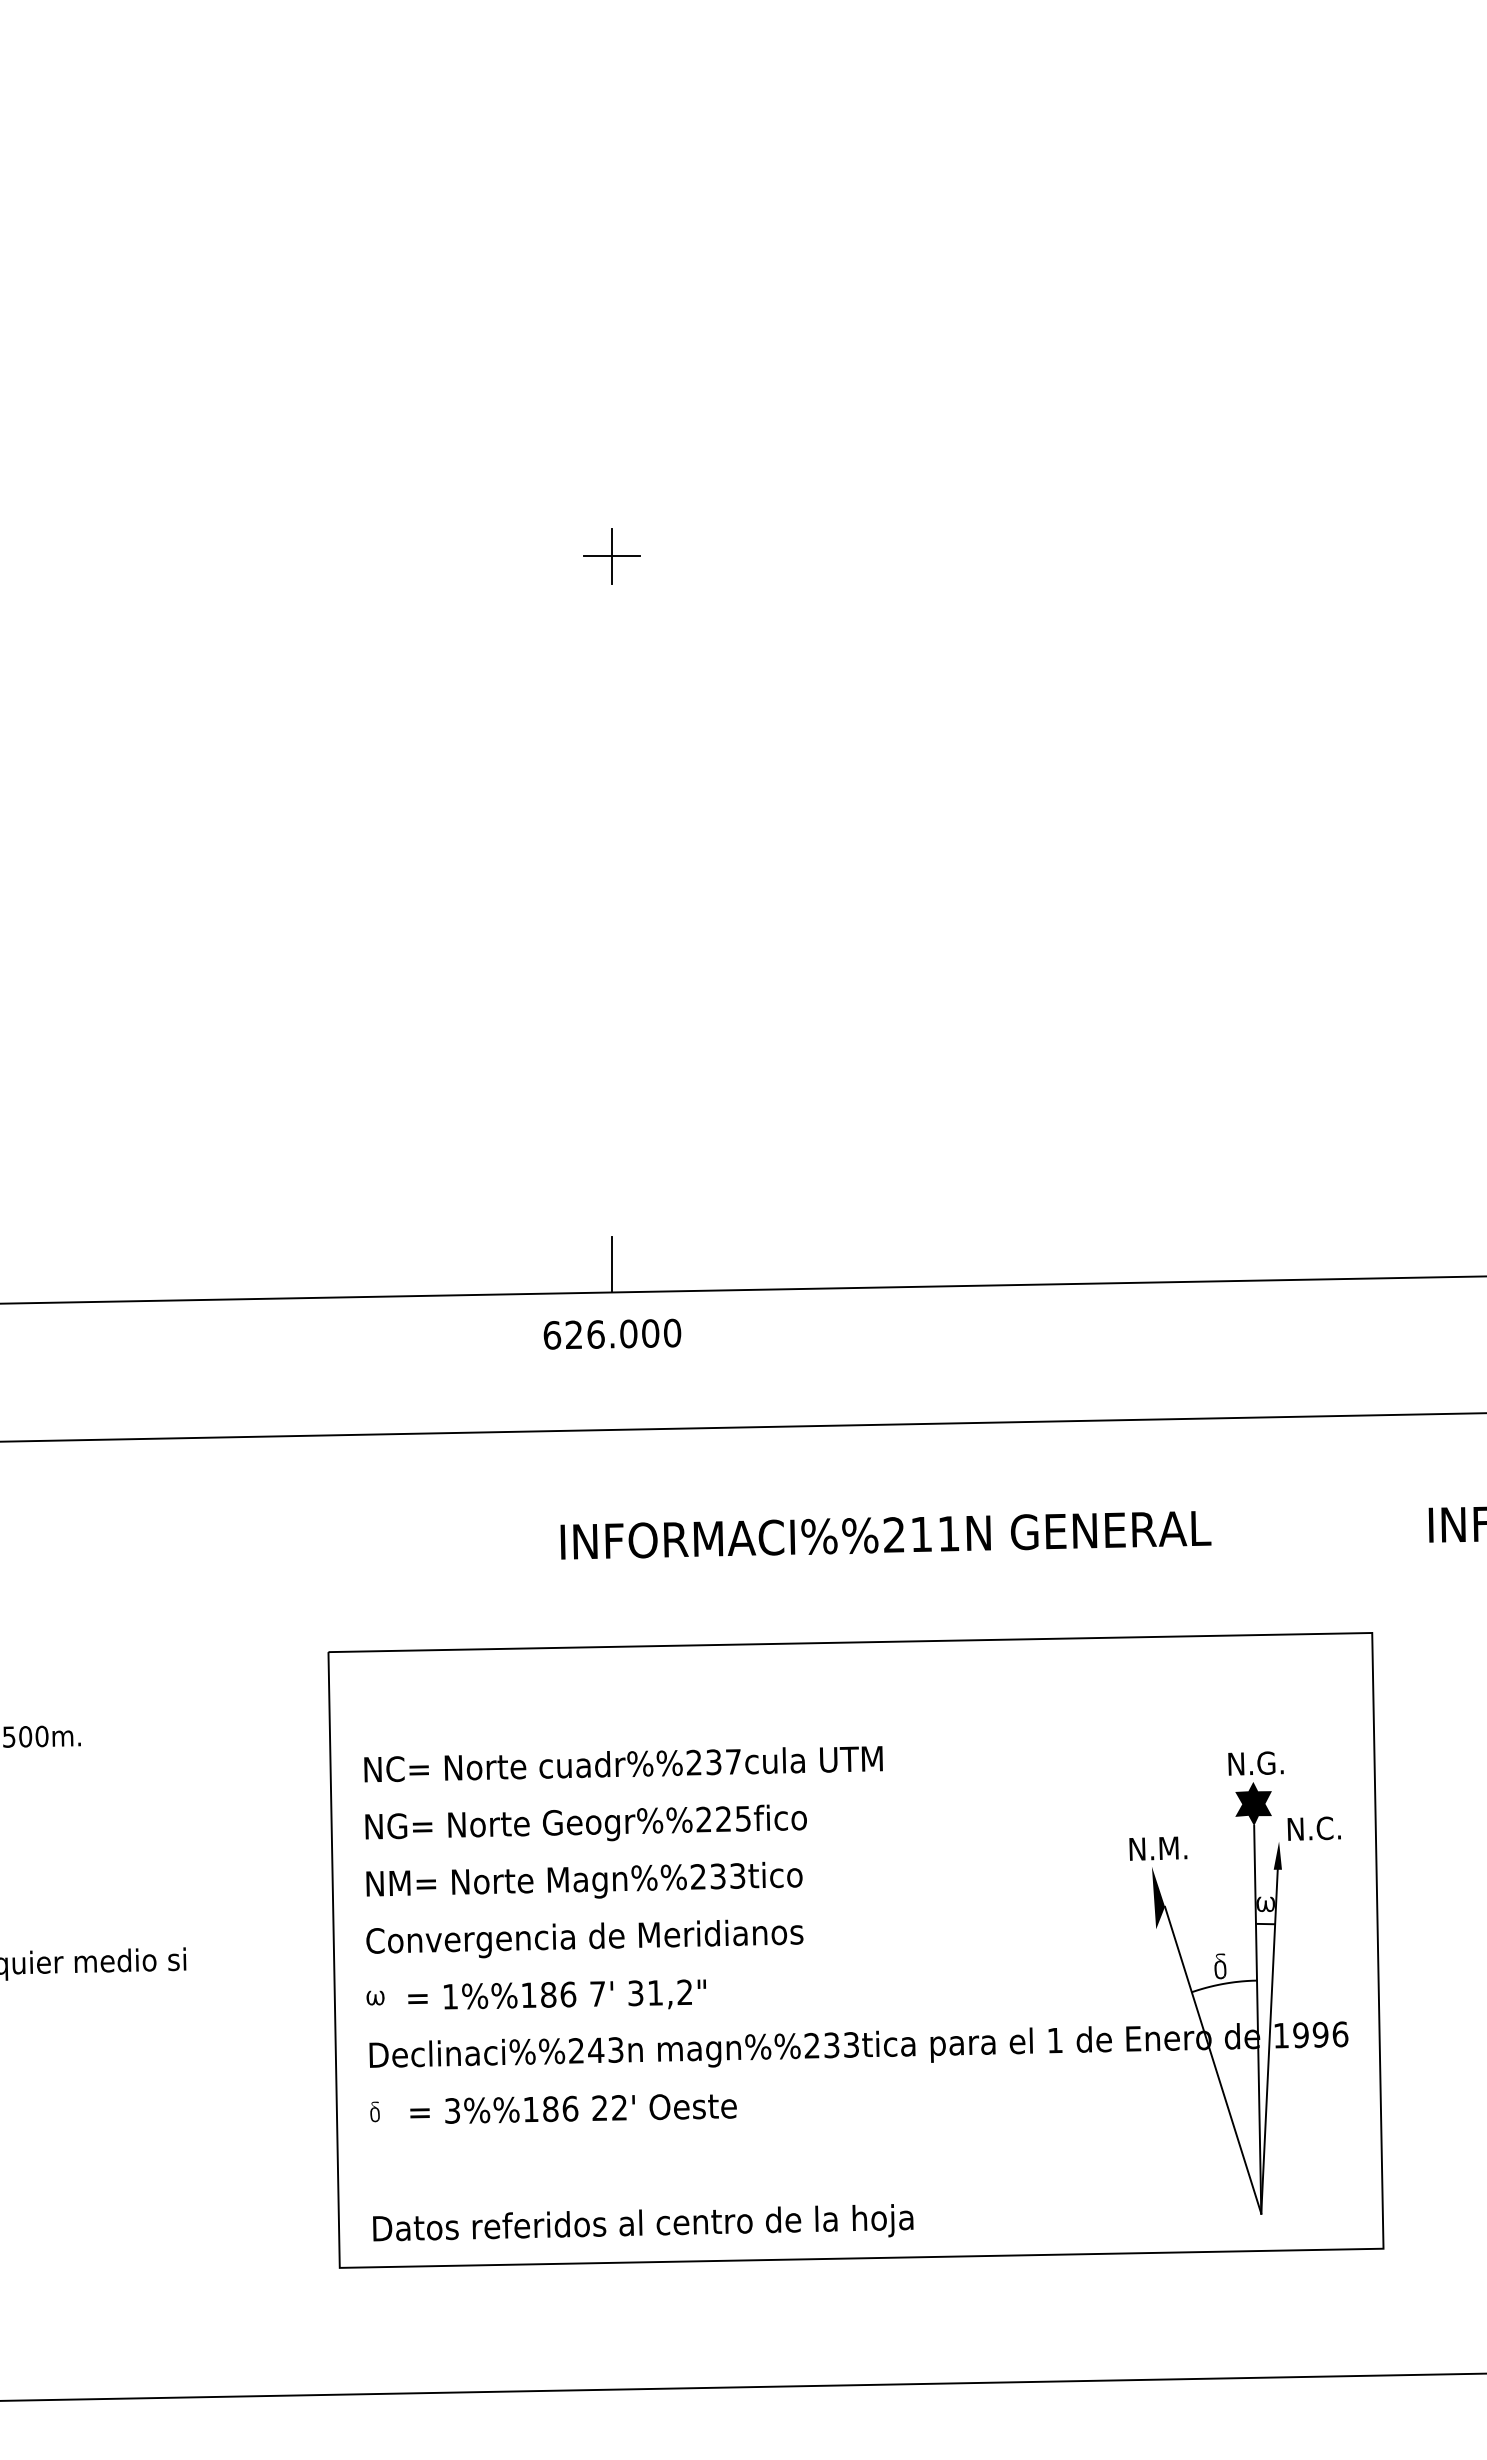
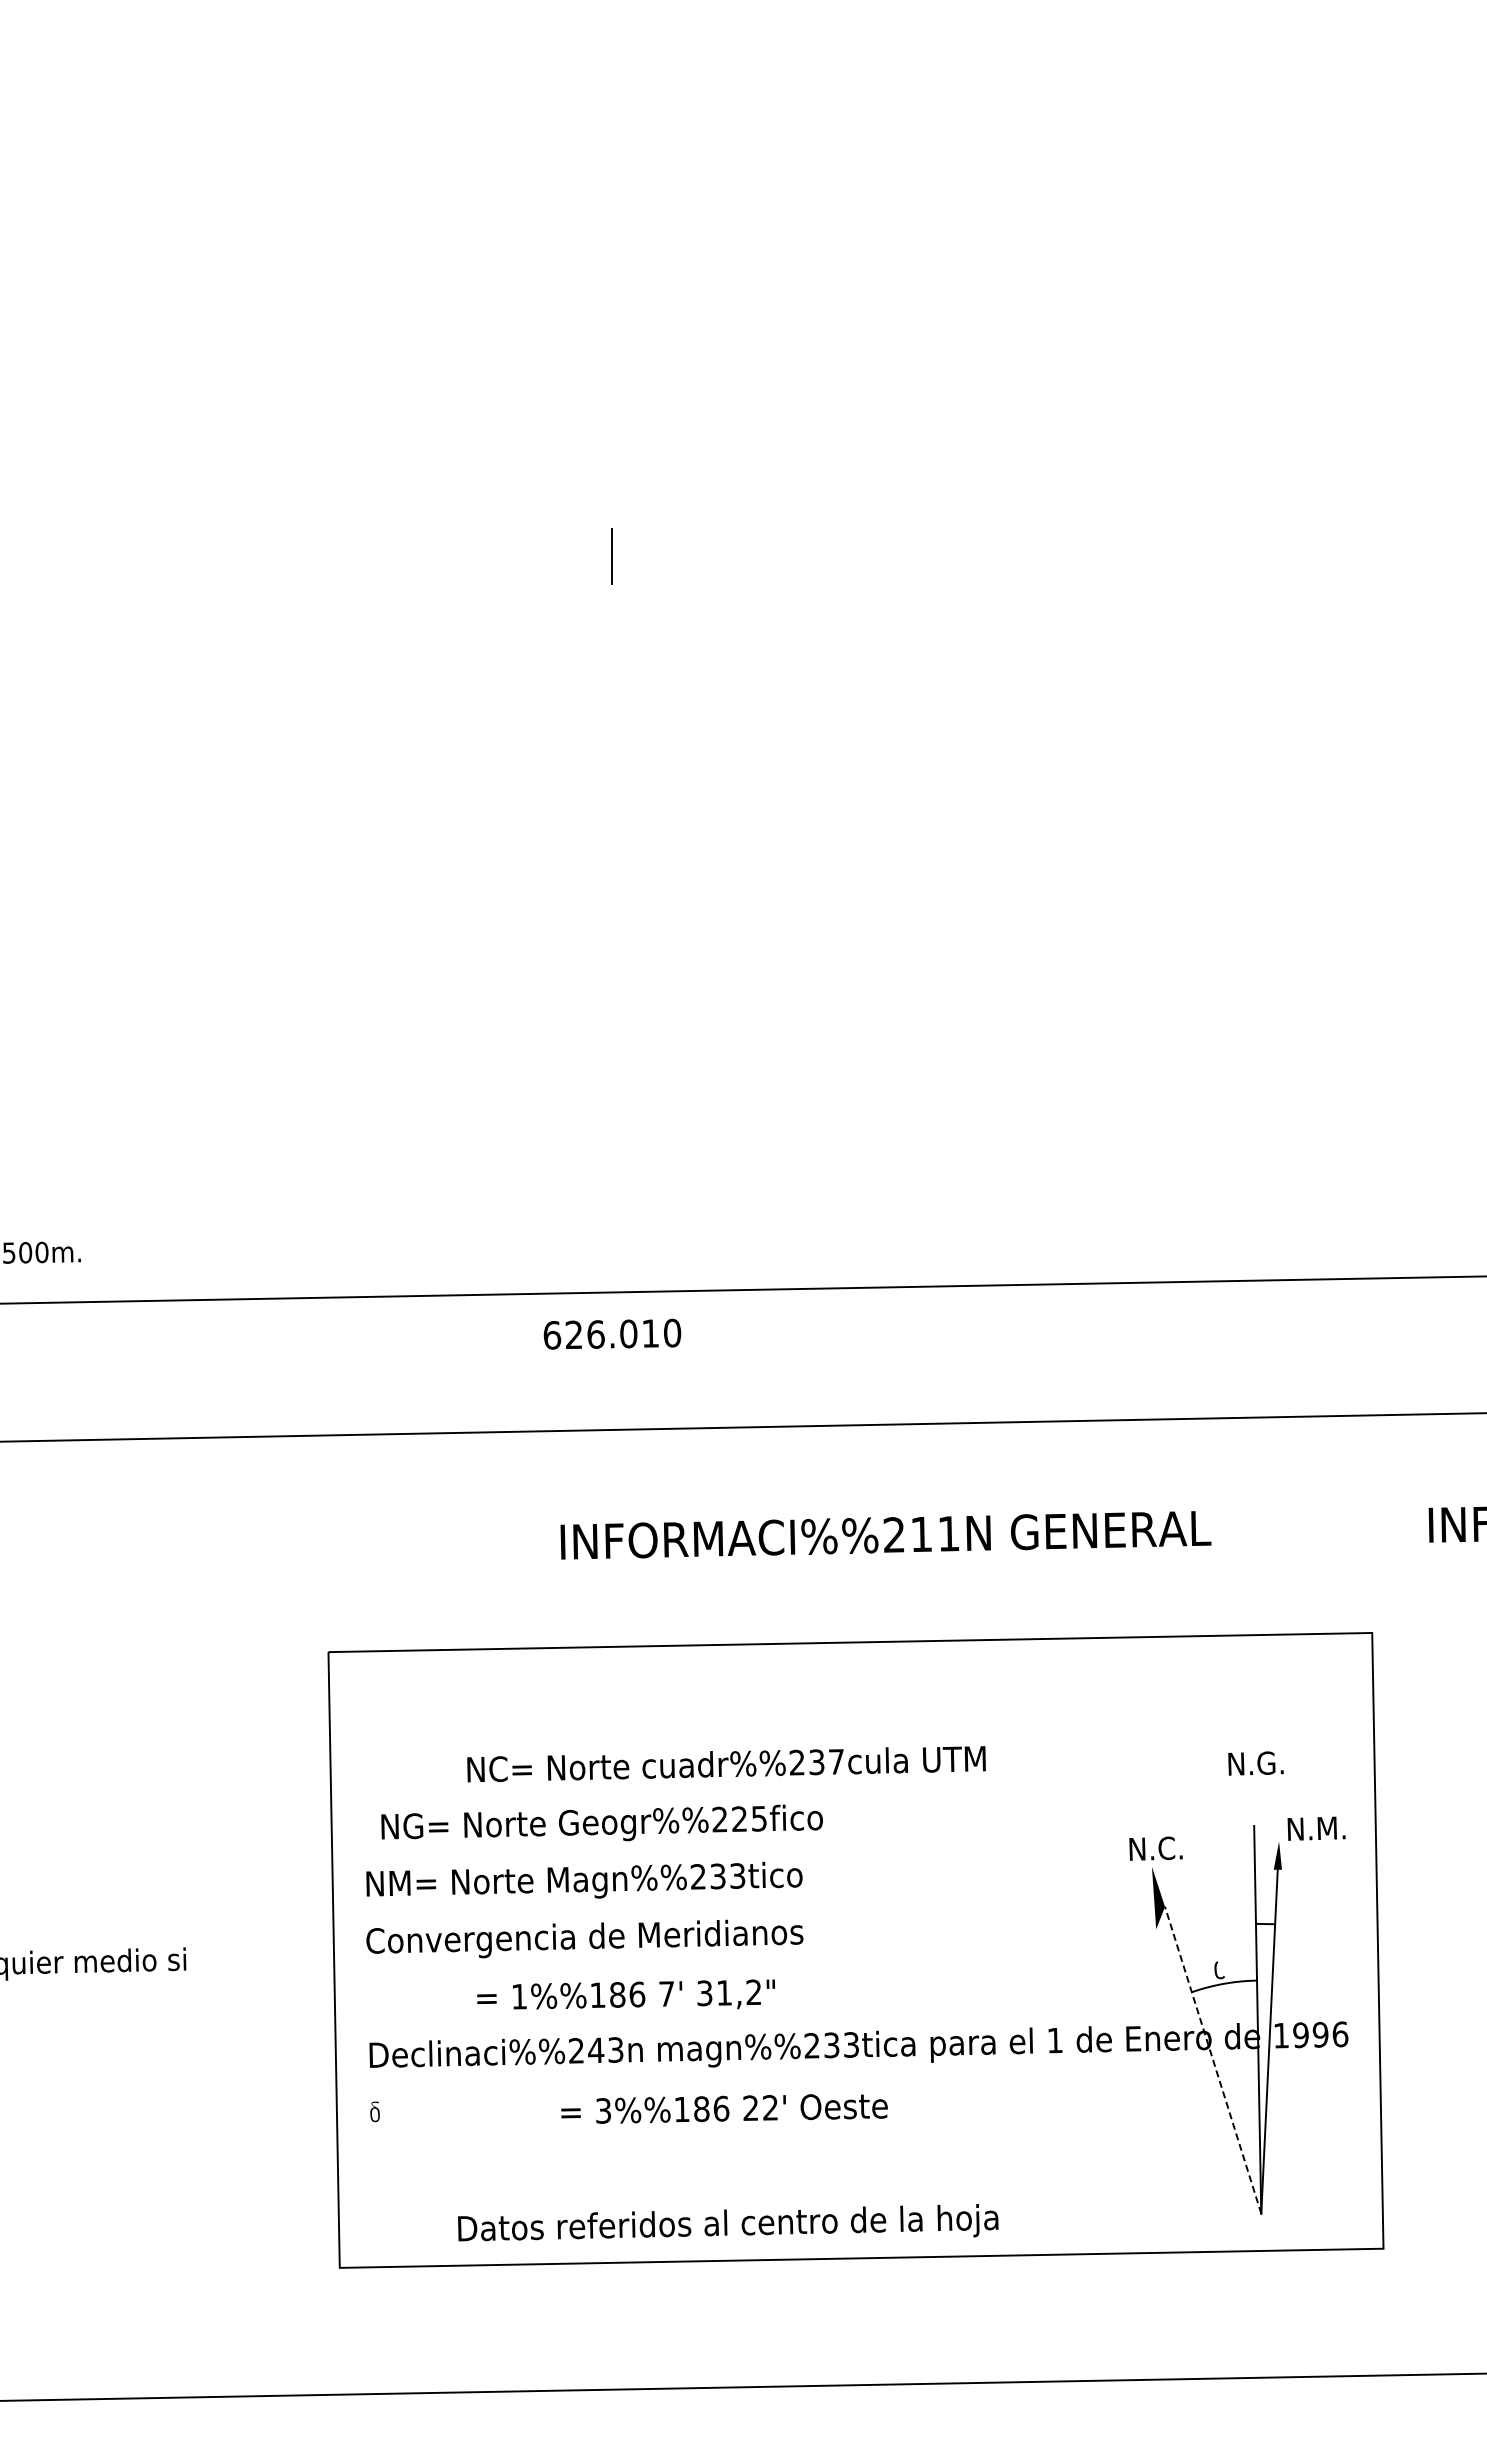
line at (612, 556): present -> none
line at (612, 1264): present -> none
text at (650, 1333): 626.000 -> 626.010
text at (41, 1736) position: (41, 1736) -> (41, 1252)
text at (623, 1764) position: (623, 1764) -> (726, 1764)
fill at (1253, 1803): present -> none
text at (585, 1822) position: (585, 1822) -> (601, 1822)
text at (1330, 1828): N.C. -> N.M.
text at (1172, 1848): N.M. -> N.C.
fill at (1265, 1904): present -> none
fill at (1220, 1965): present -> none
text at (556, 1994) position: (556, 1994) -> (625, 1994)
fill at (375, 1997): present -> none
line at (1213, 2060): solid -> dashed
text at (573, 2108) position: (573, 2108) -> (724, 2108)
text at (643, 2222) position: (643, 2222) -> (728, 2222)
